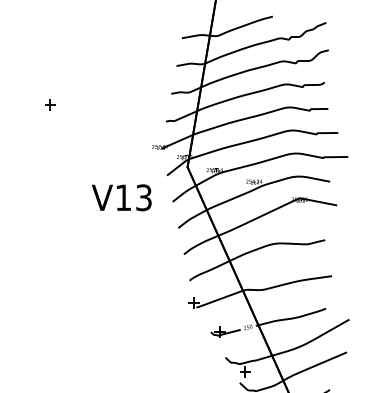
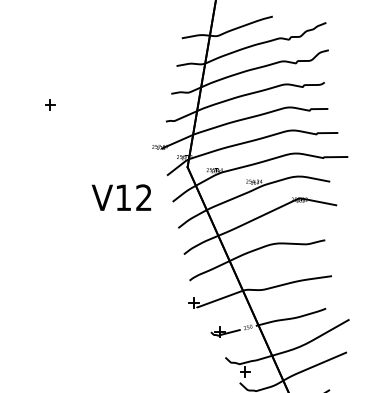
text at (143, 197): V13 -> V12
